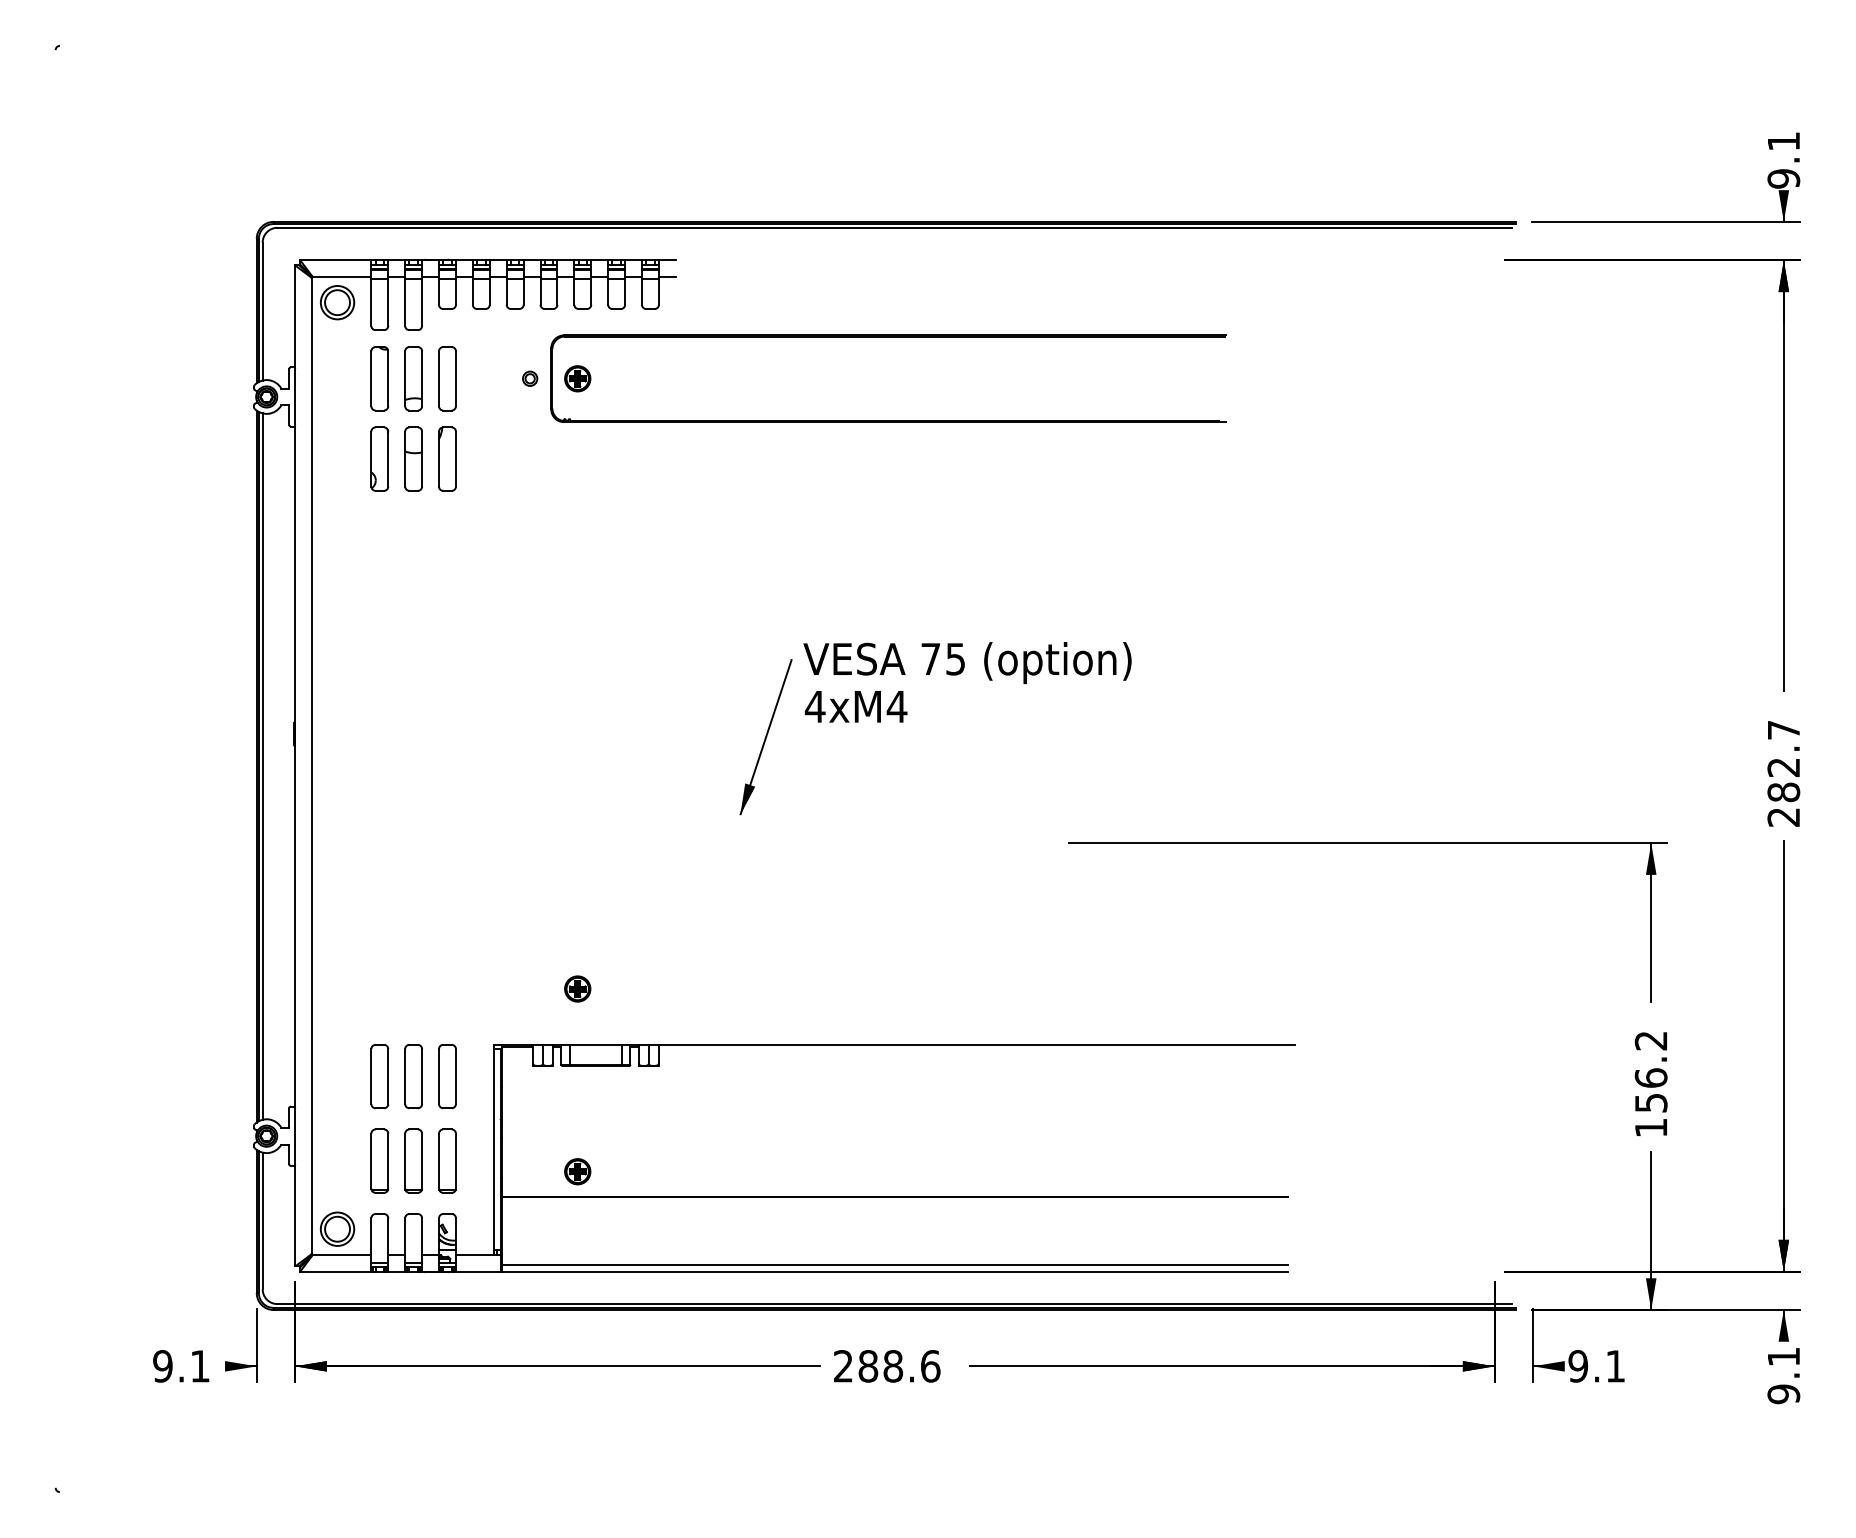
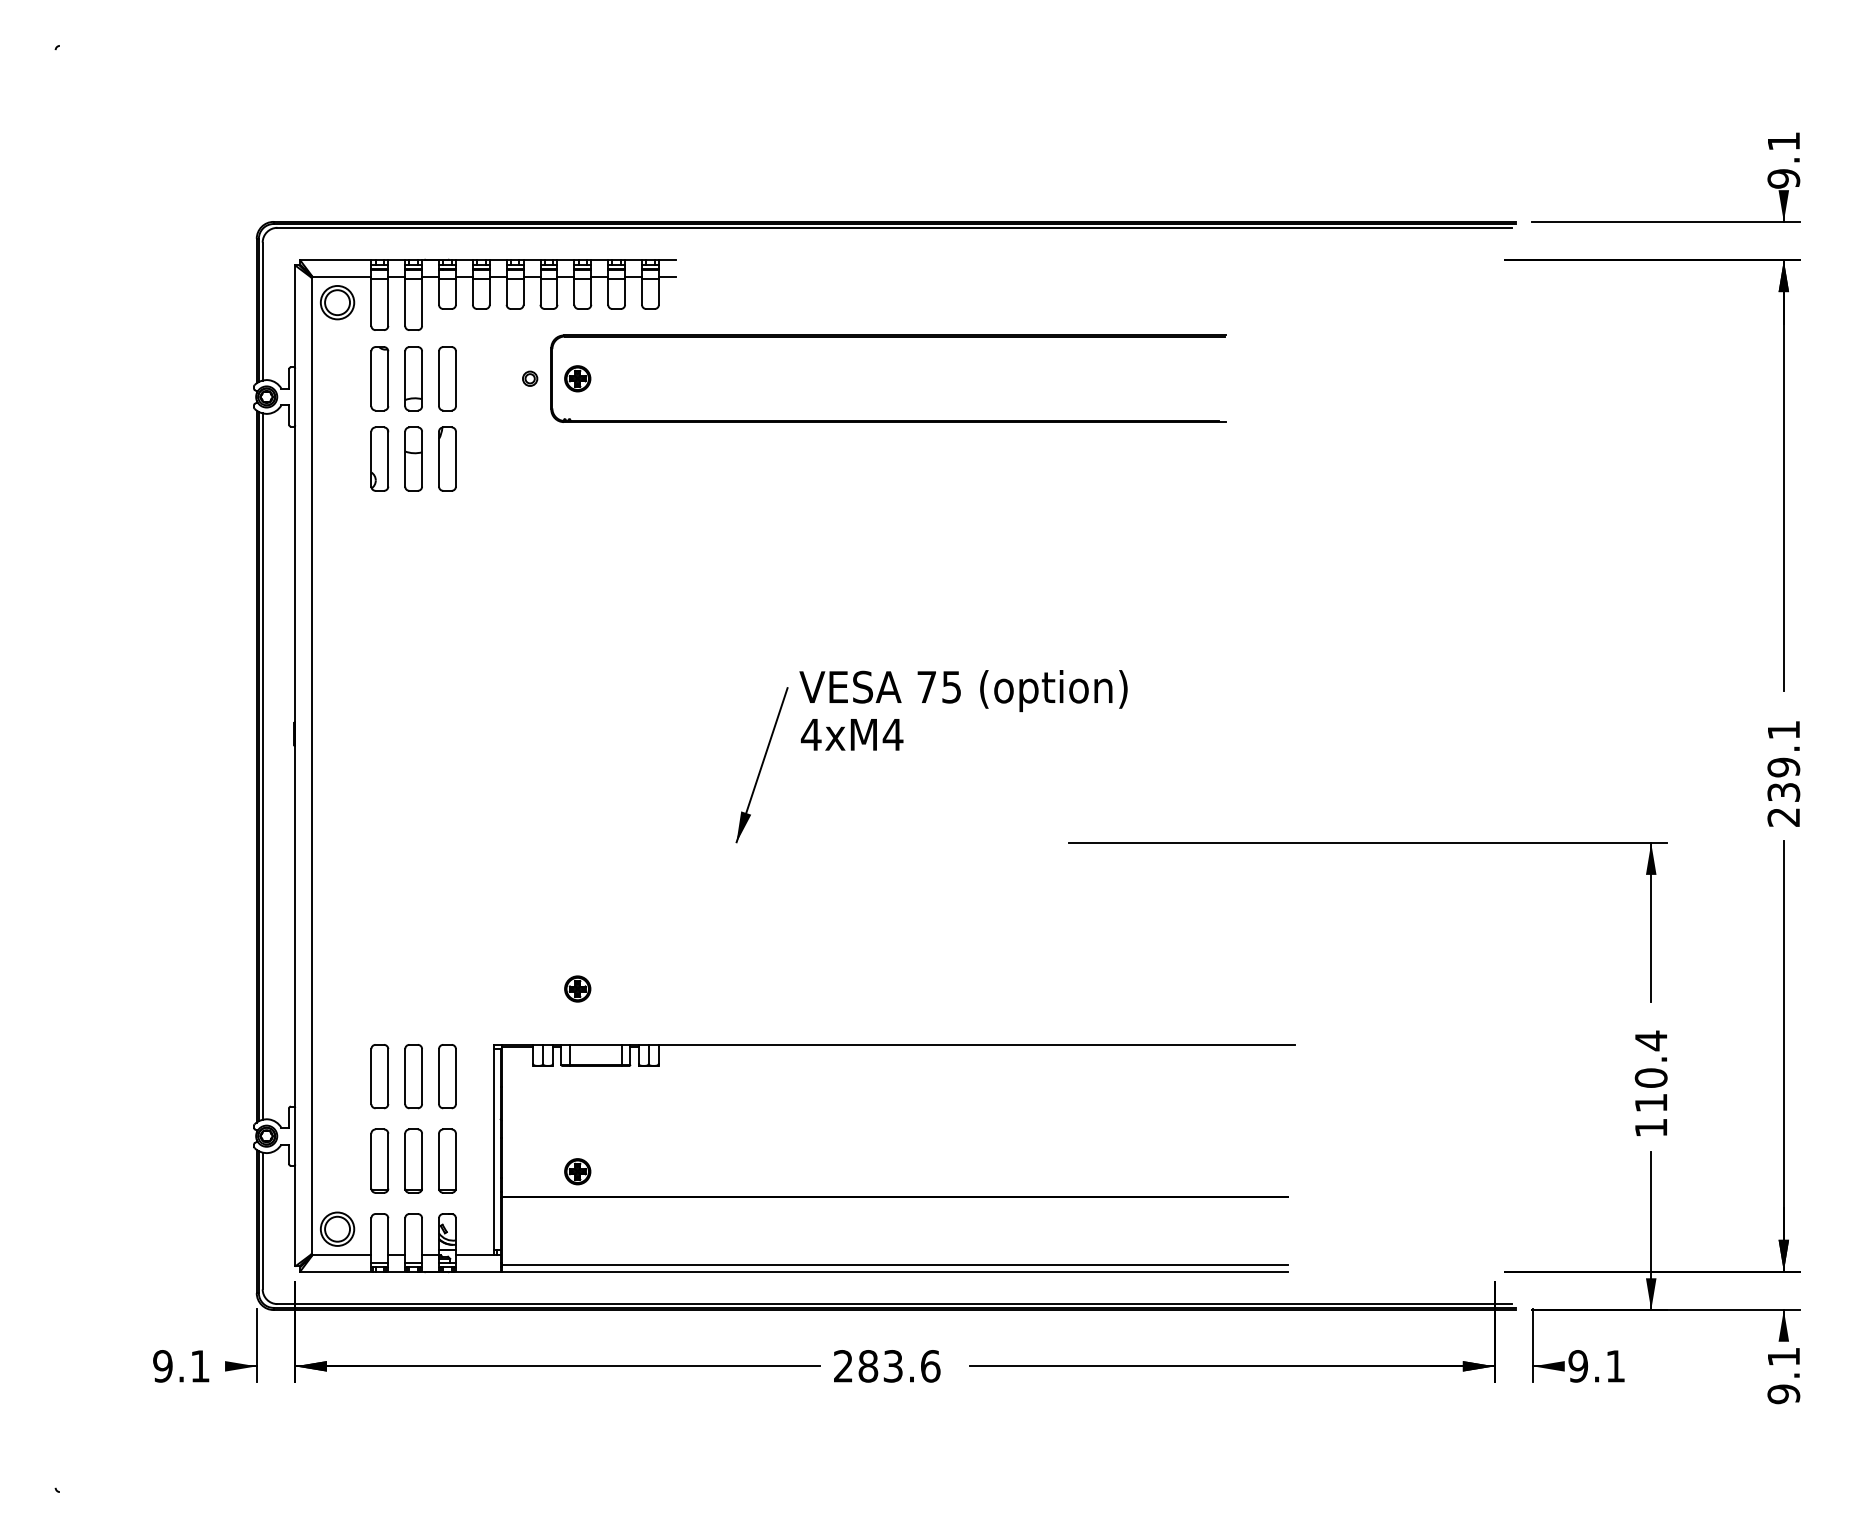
part at (907, 714) position: (907, 714) -> (903, 742)
text at (1783, 761): 282.7 -> 239.1
text at (1650, 1071): 156.2 -> 110.4
text at (893, 1366): 288.6 -> 283.6
